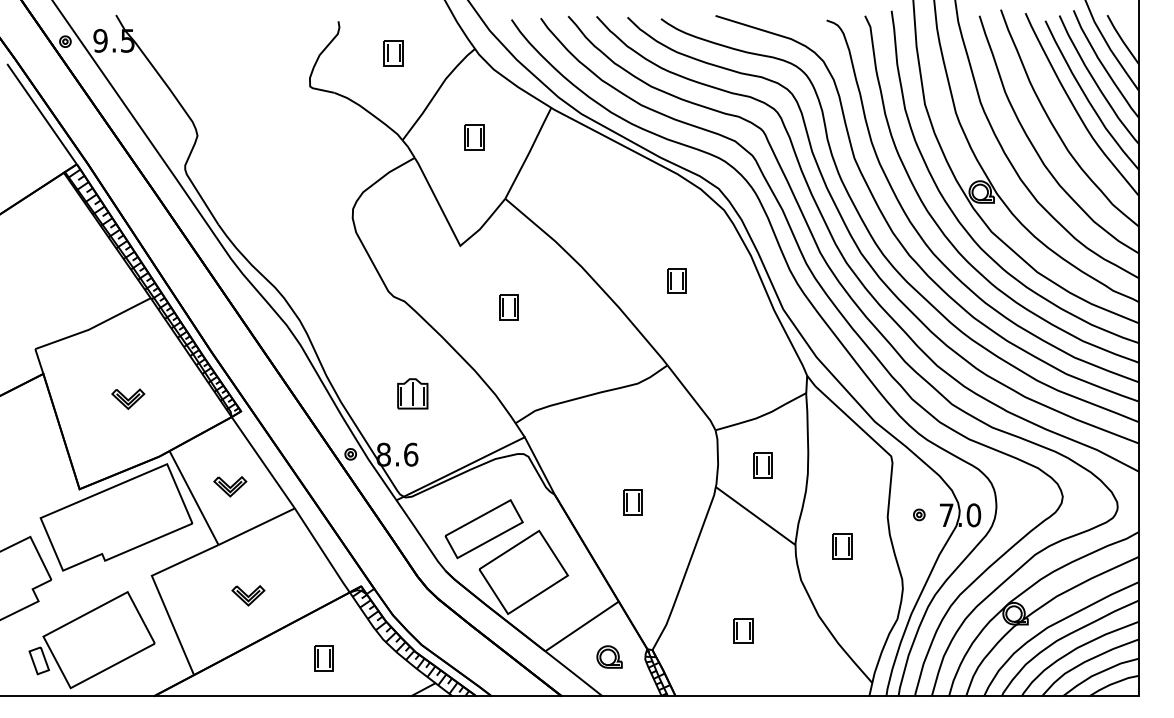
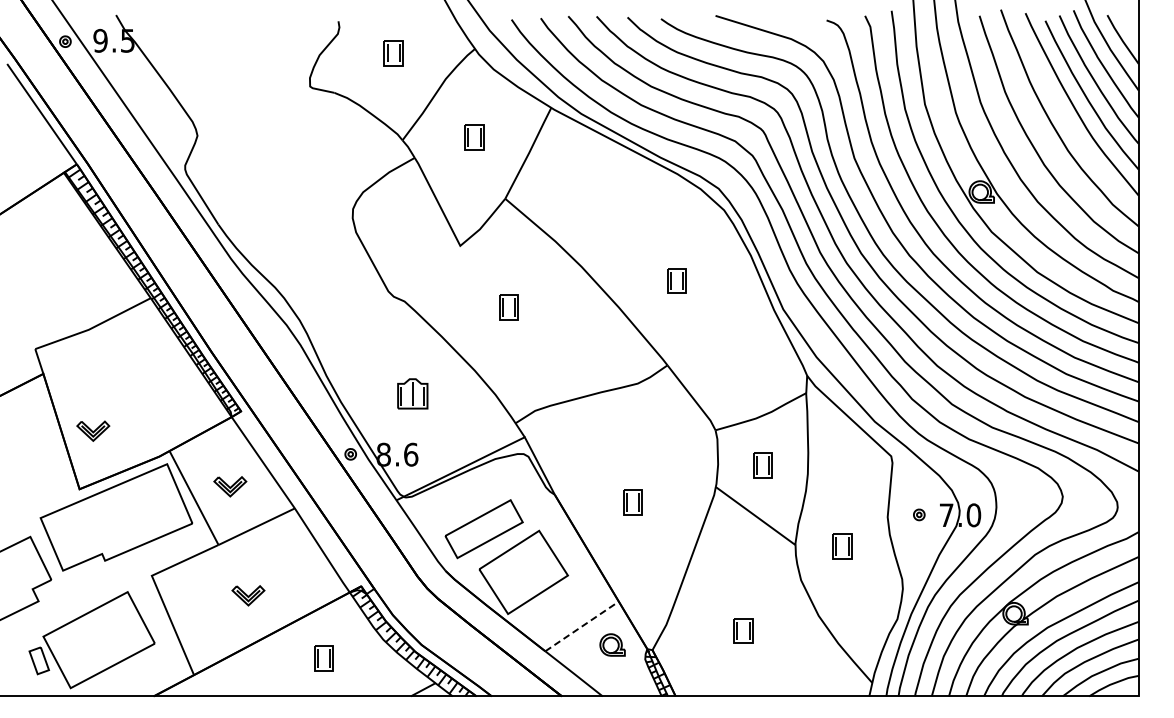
part at (128, 398) position: (128, 398) -> (93, 430)
line at (582, 626): solid -> dashed
part at (609, 656) position: (609, 656) -> (612, 644)
